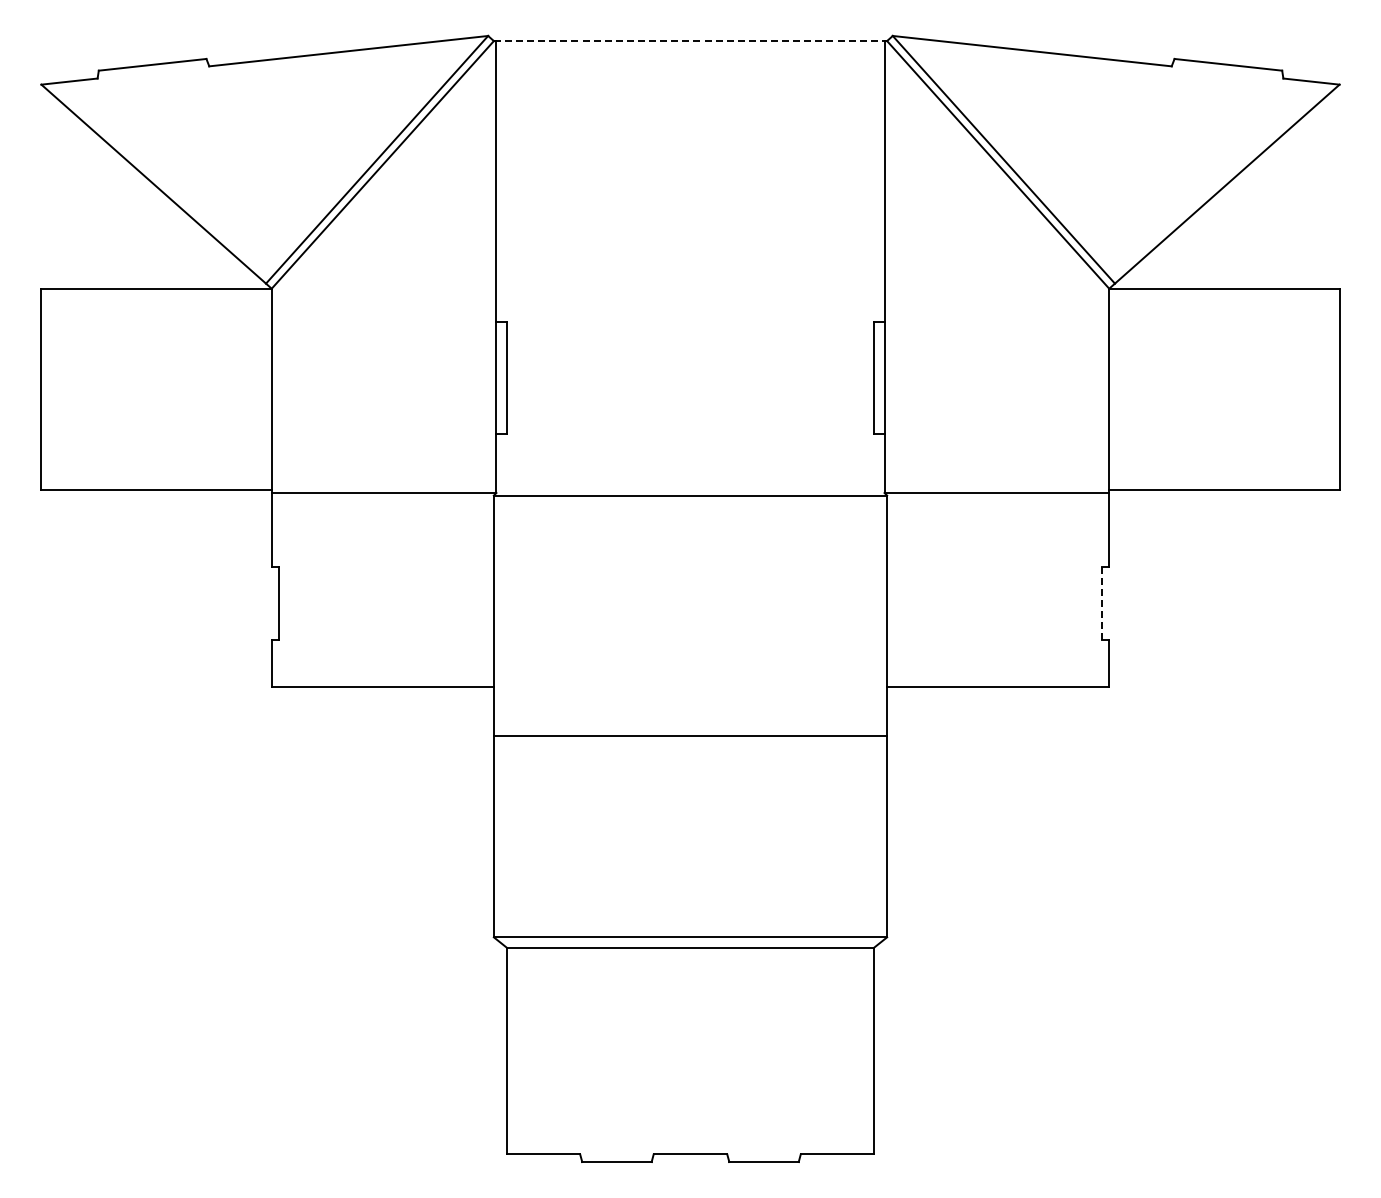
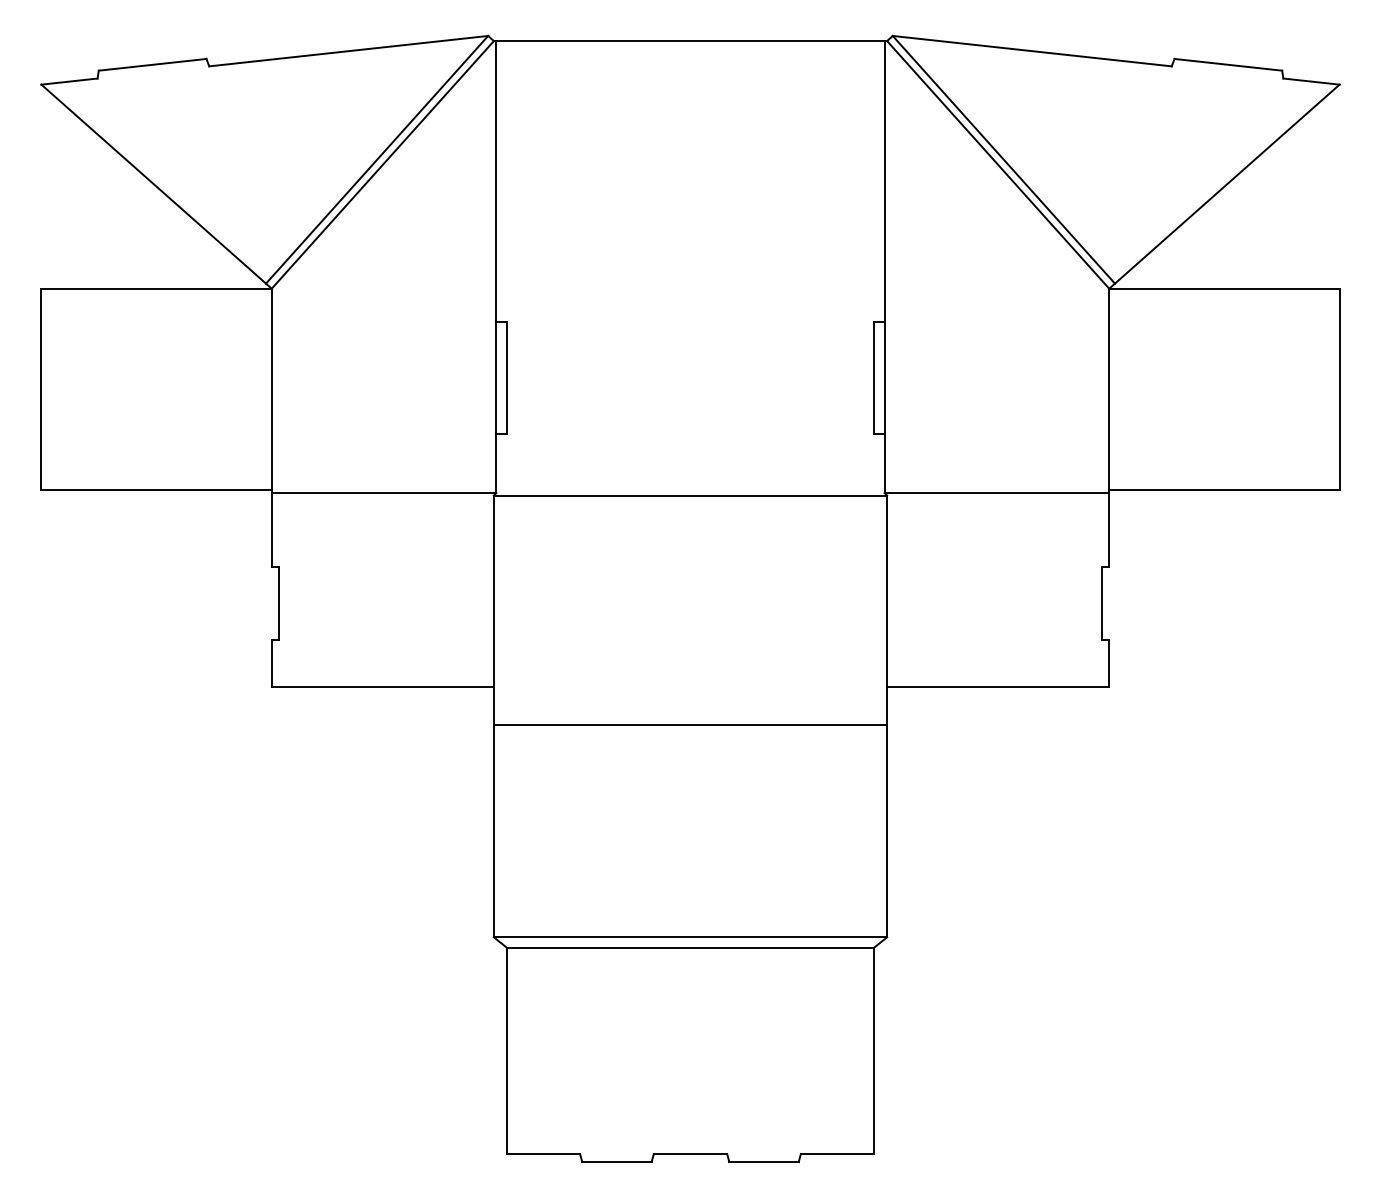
line at (690, 41): dashed -> solid
line at (1101, 603): dashed -> solid
line at (690, 736) position: (690, 736) -> (690, 725)
